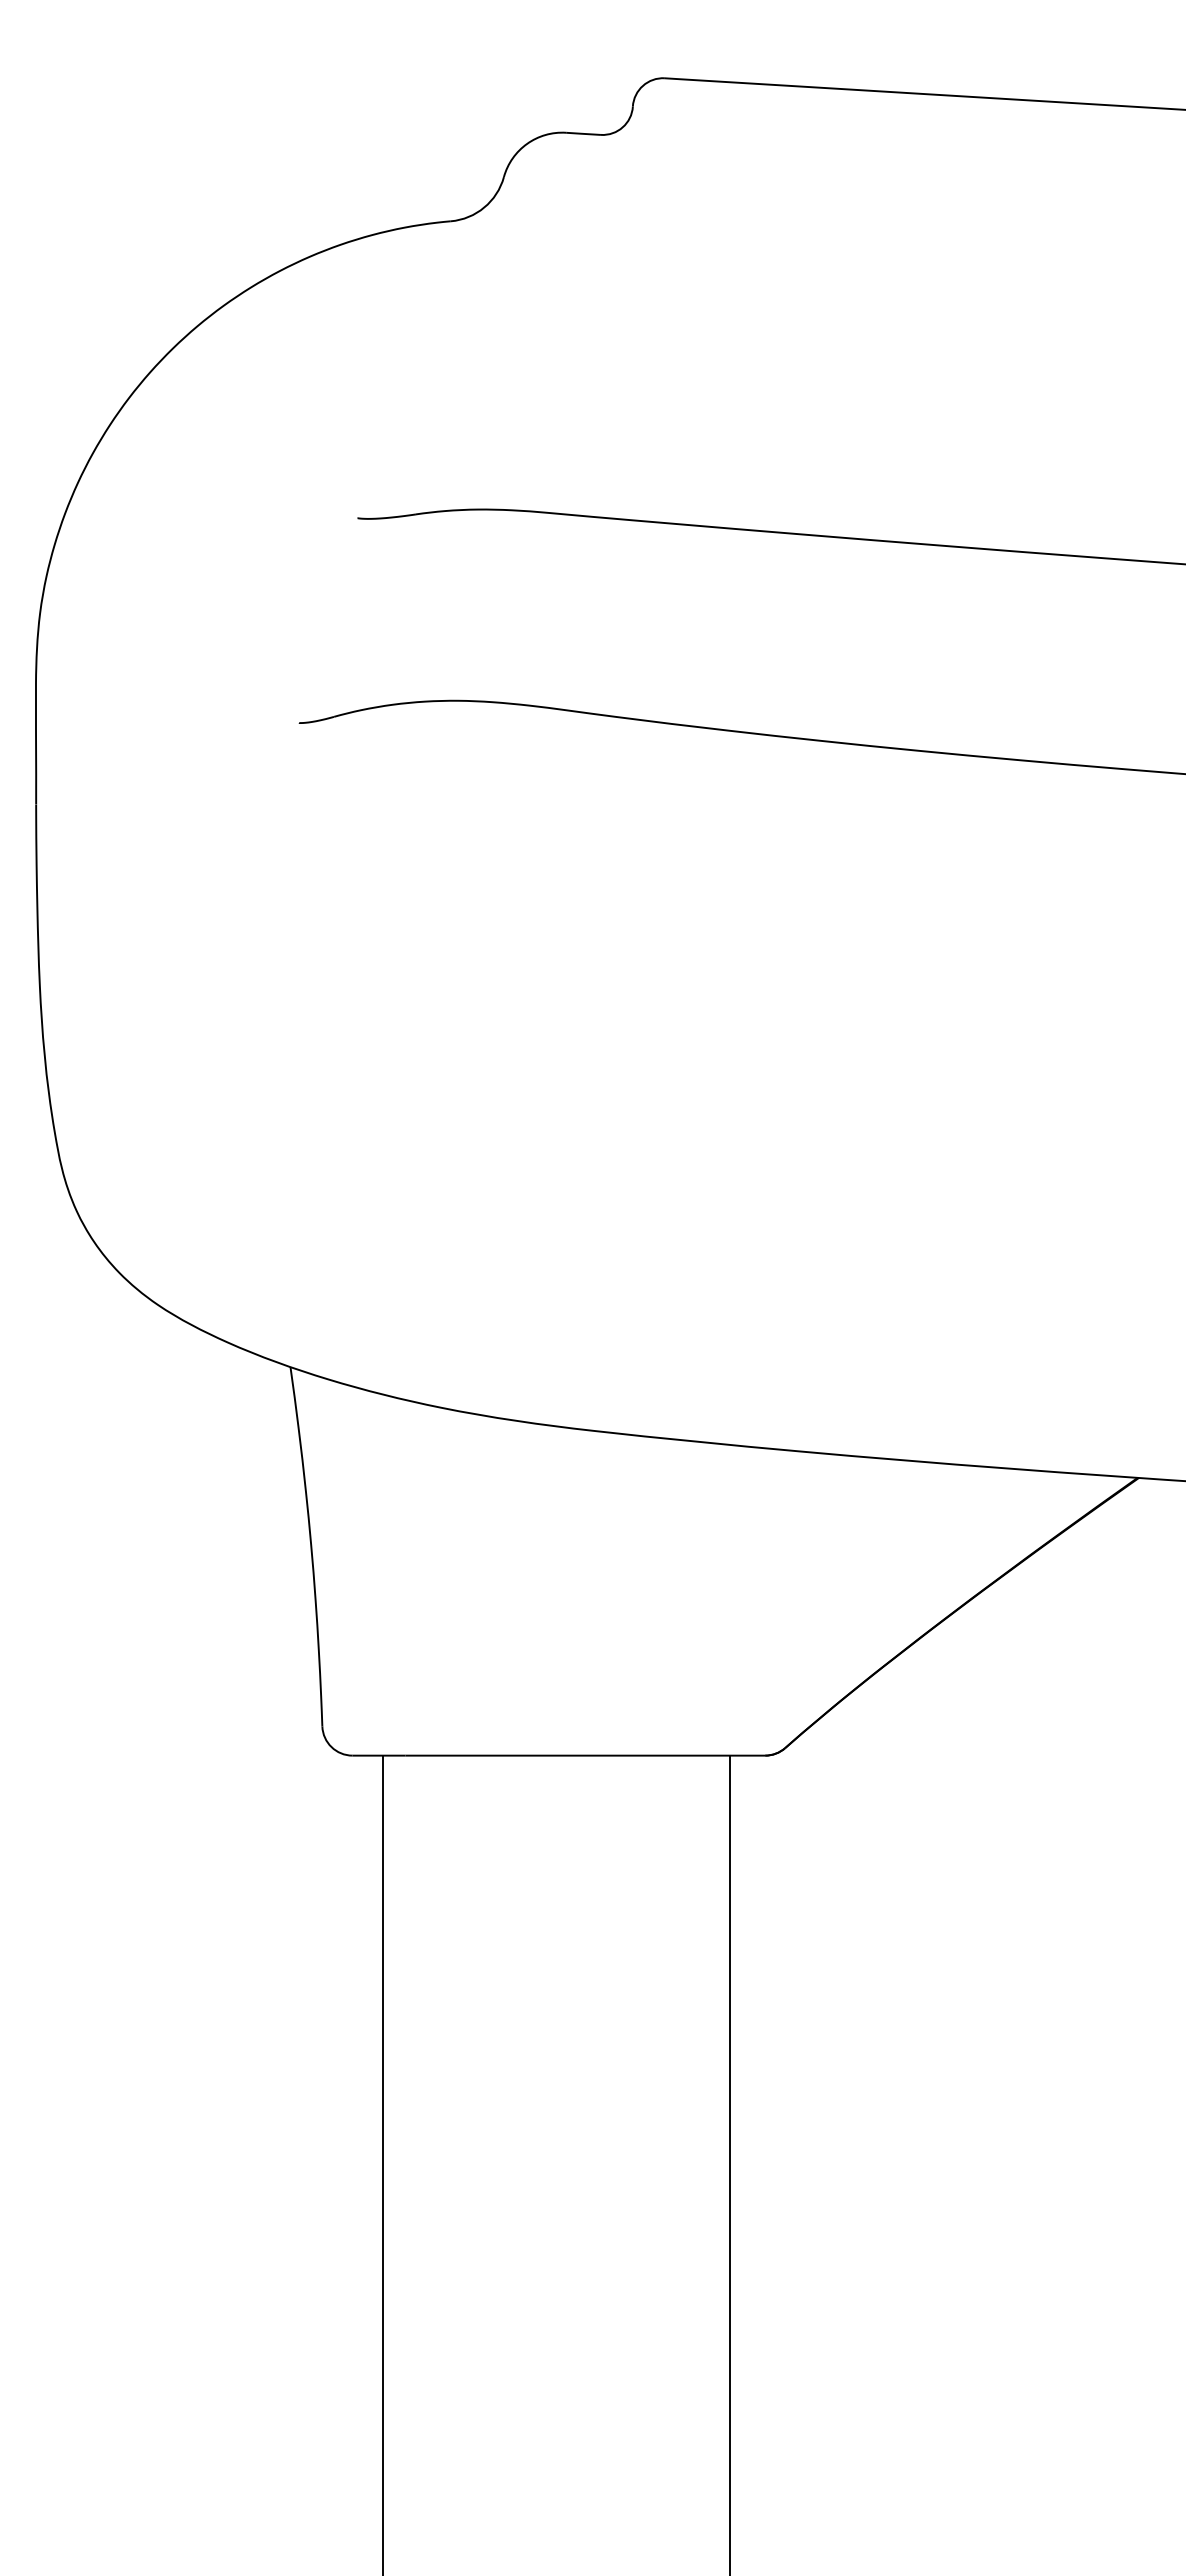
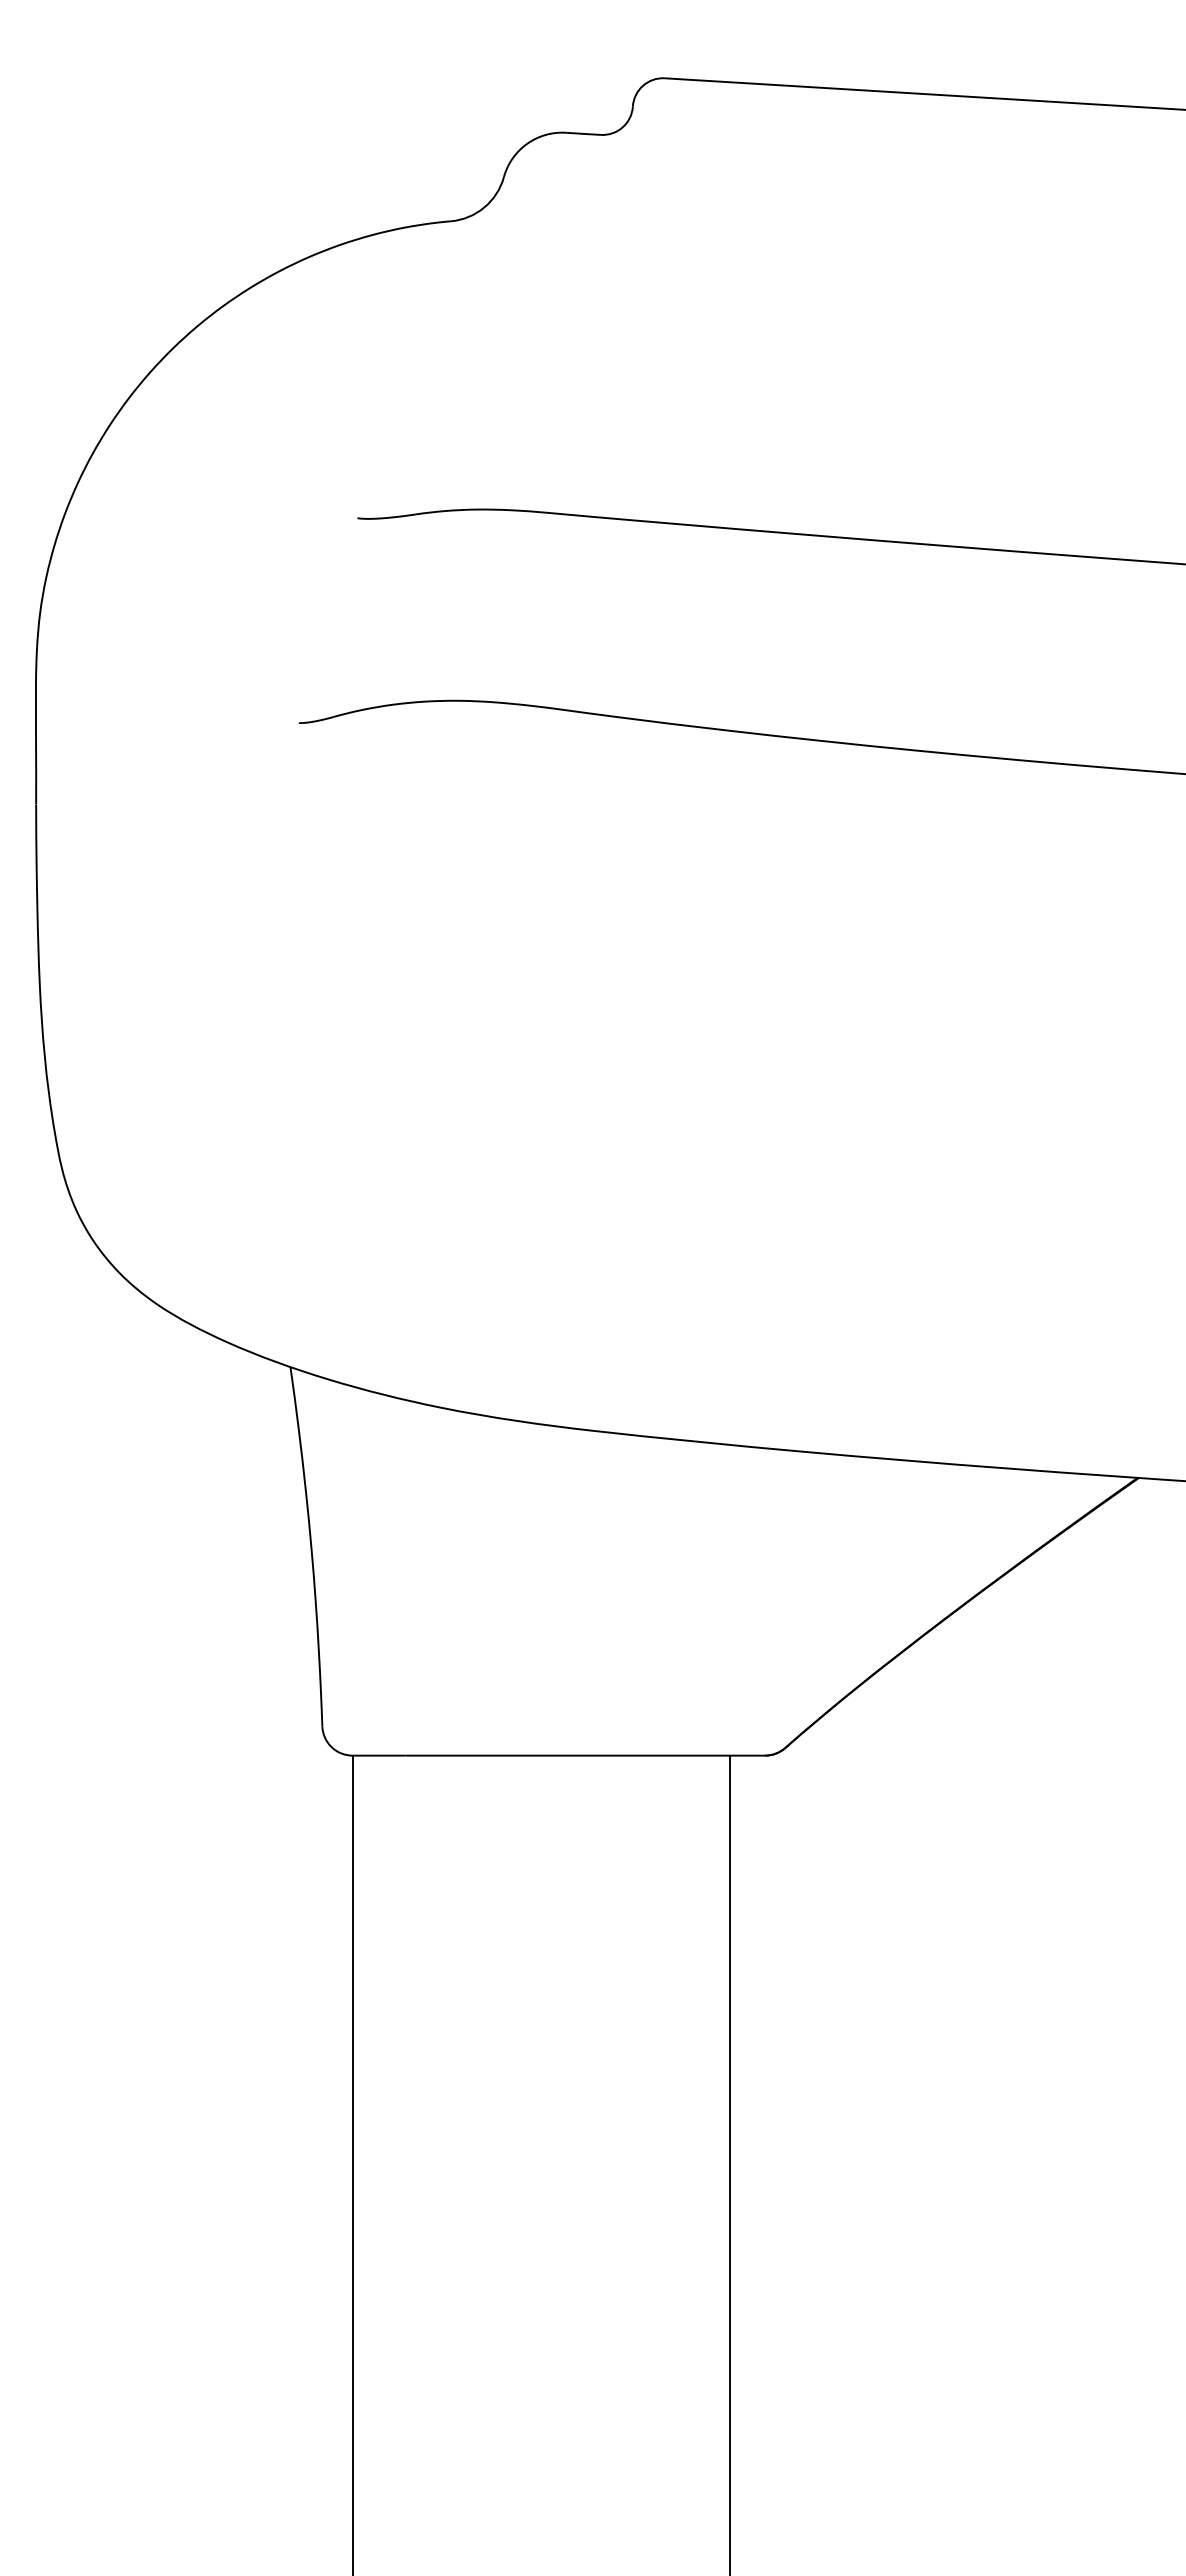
line at (382, 2163) position: (382, 2163) -> (352, 2163)
